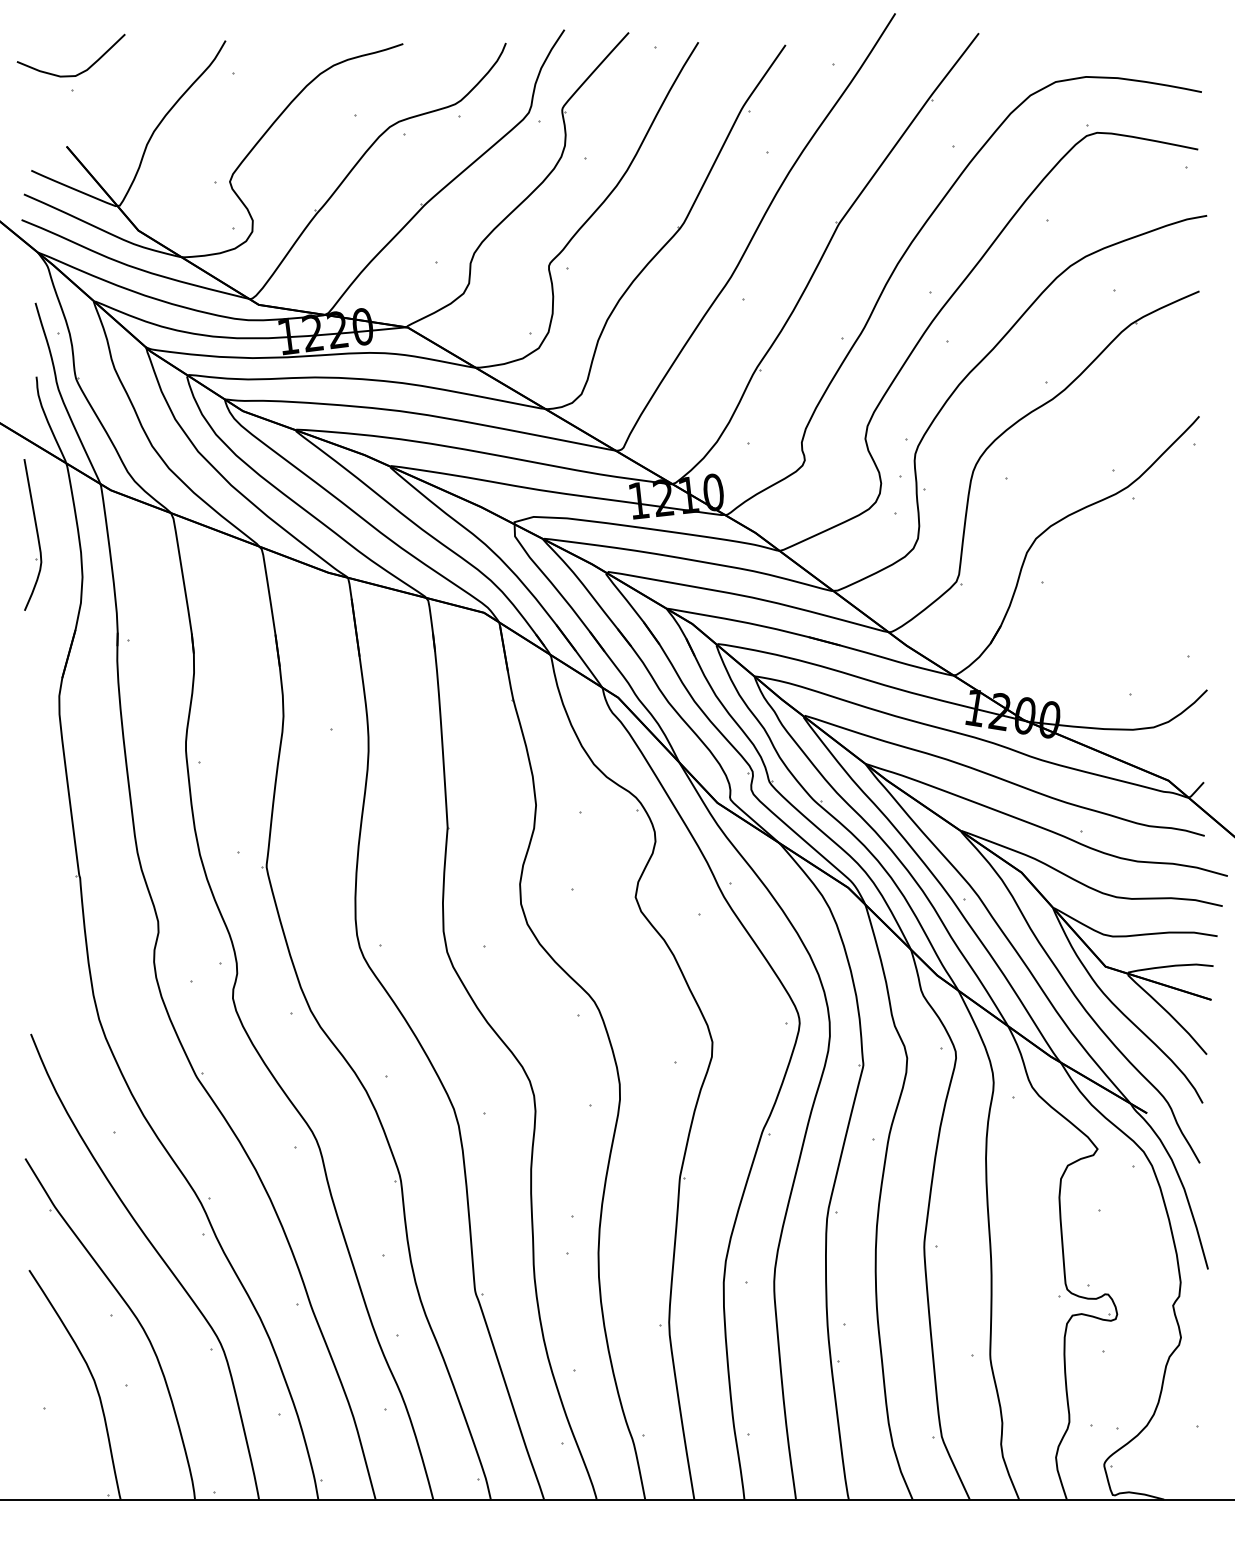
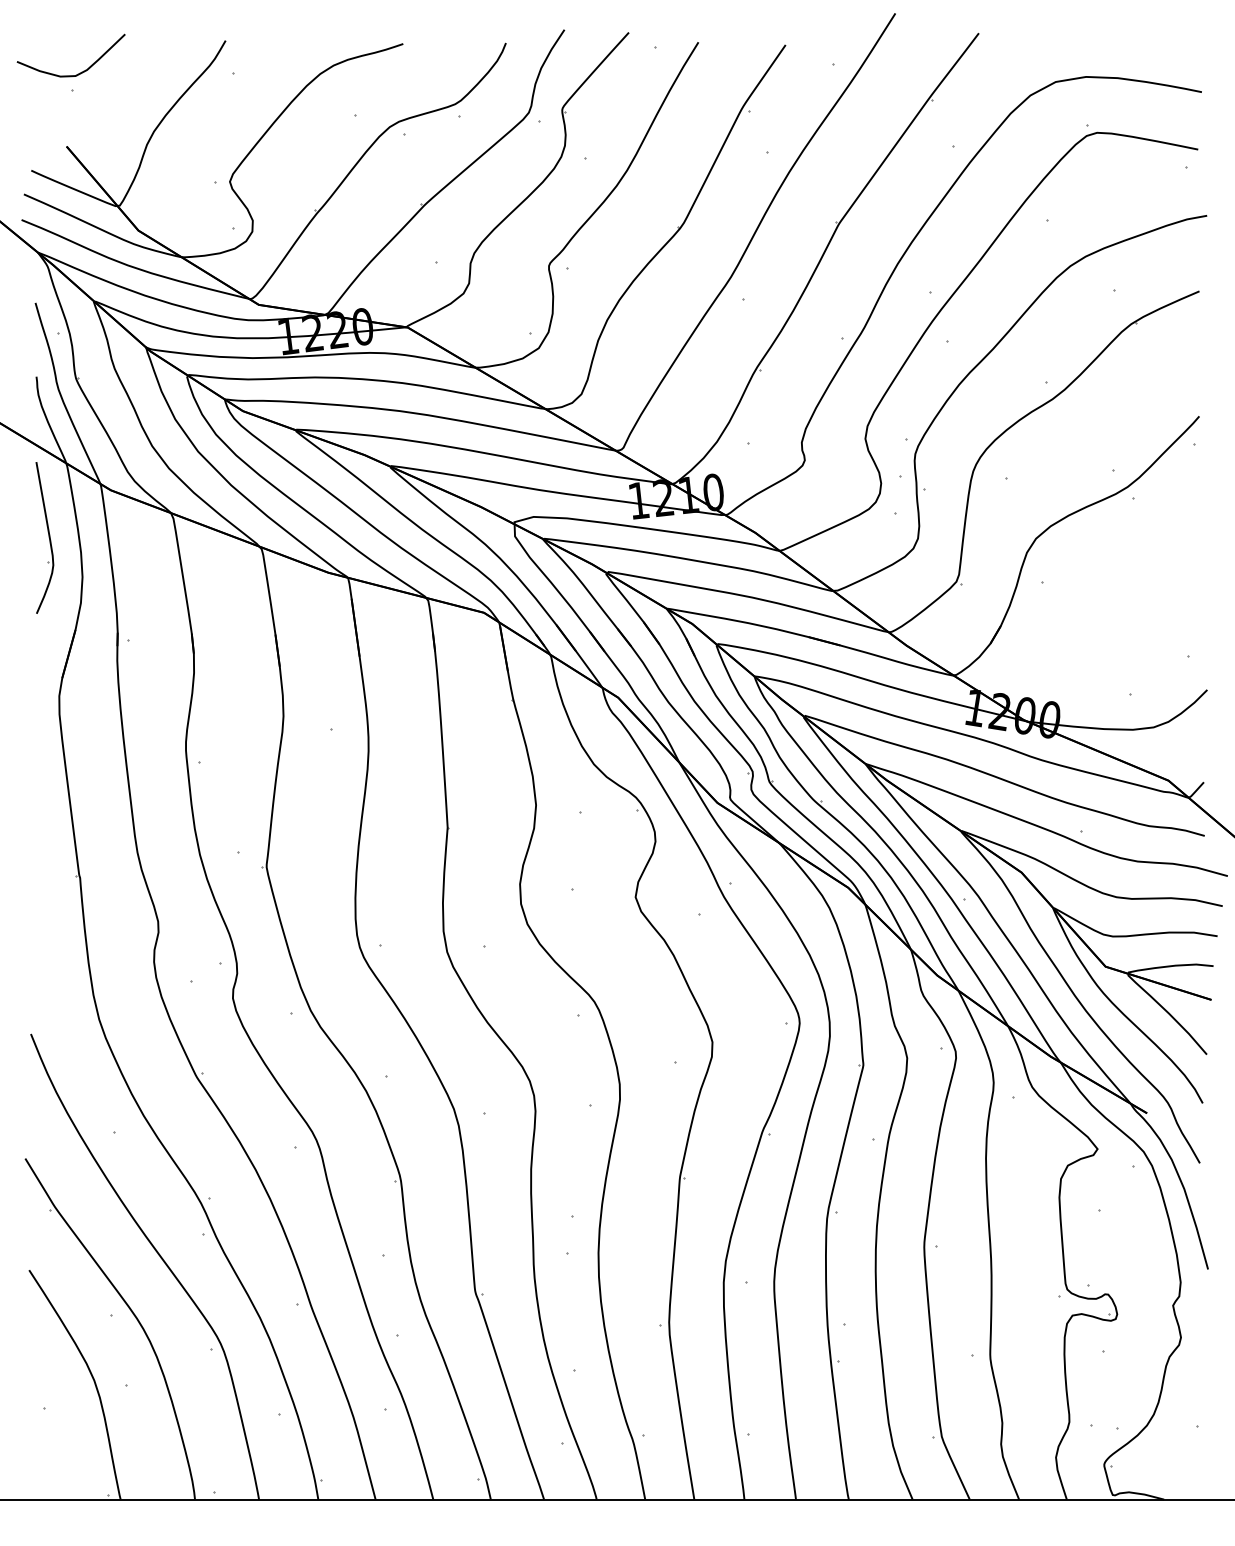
part at (32, 534) position: (32, 534) -> (44, 537)
